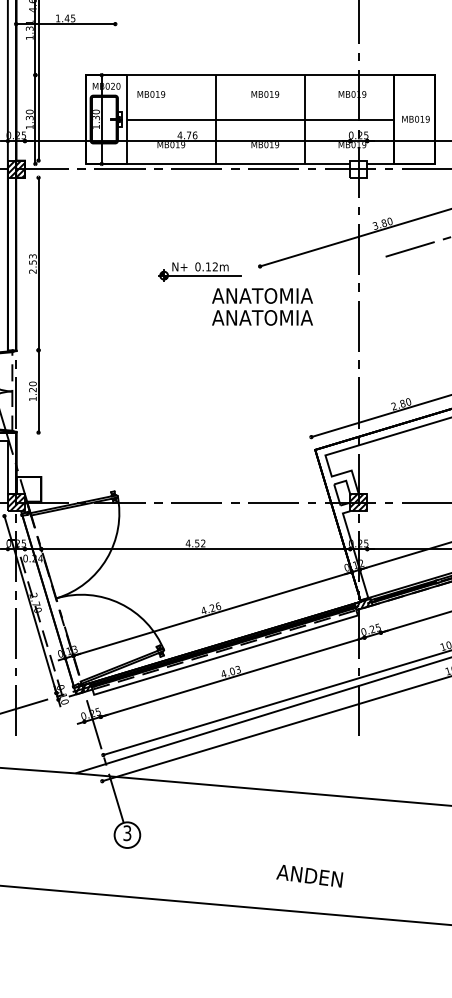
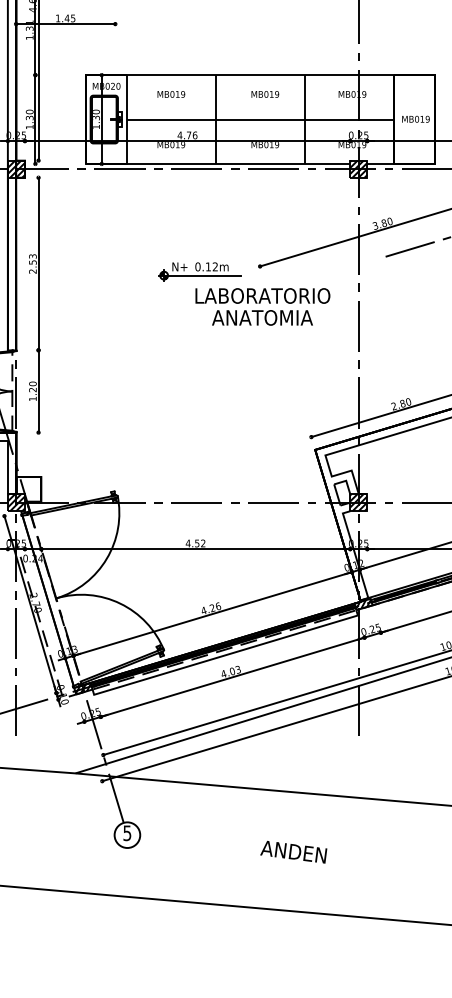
text at (151, 94) position: (151, 94) -> (171, 94)
hatch at (358, 168): none -> present
text at (262, 295): ANATOMIA -> LABORATORIO
text at (127, 832): 3 -> 5
text at (309, 875) position: (309, 875) -> (293, 851)
